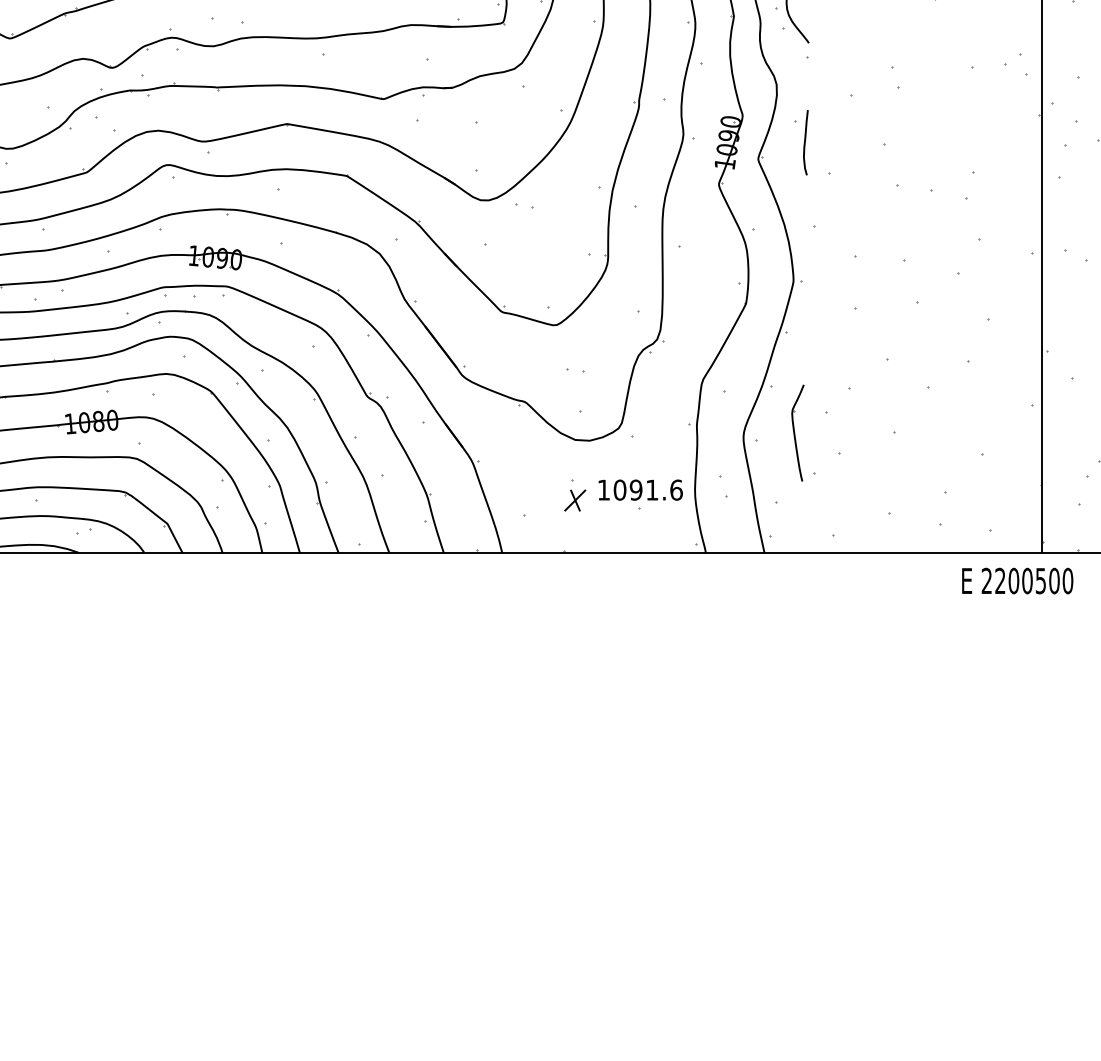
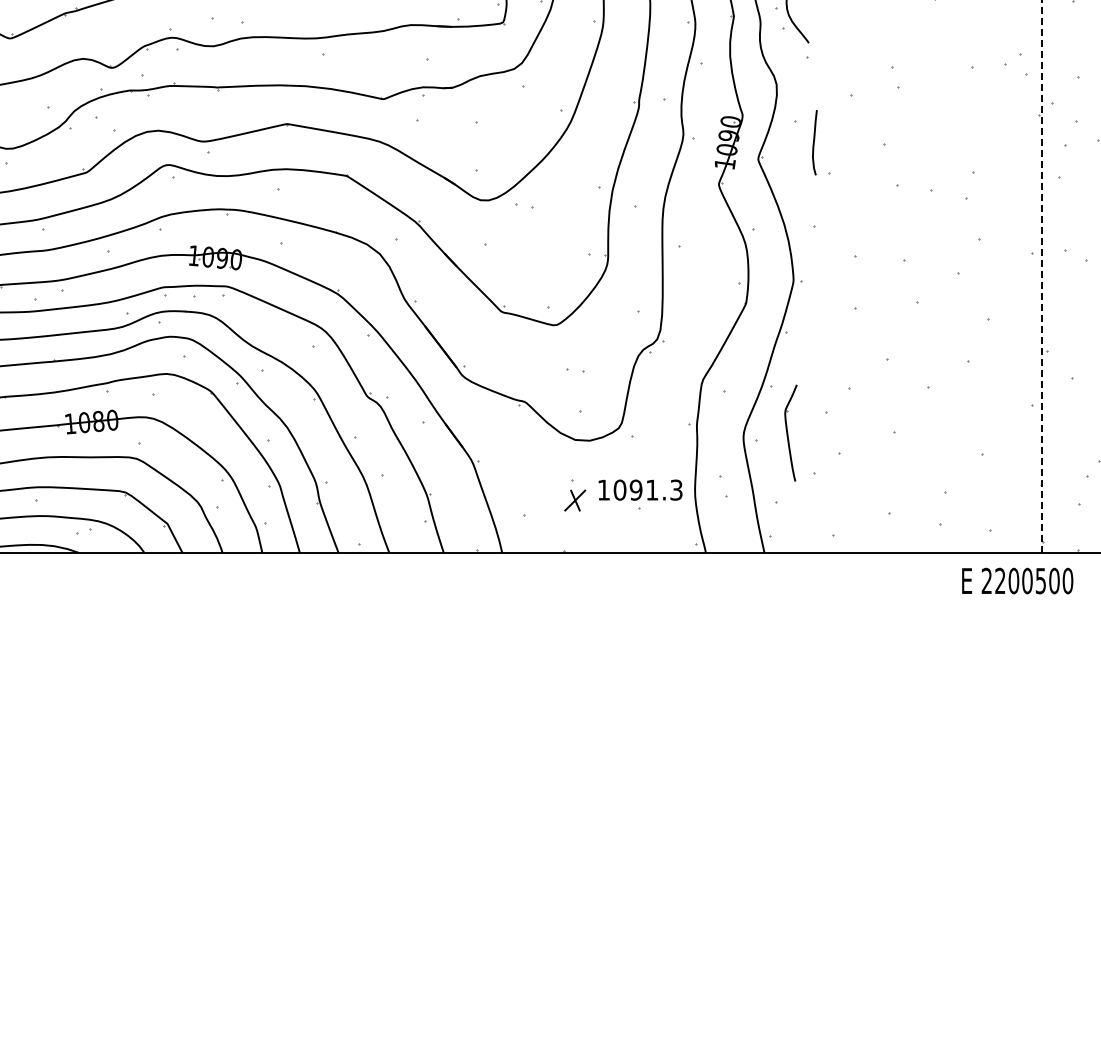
curve at (805, 142) position: (805, 142) -> (814, 142)
line at (1041, 276): solid -> dashed
part at (797, 432) position: (797, 432) -> (790, 432)
text at (676, 489): 1091.6 -> 1091.3
